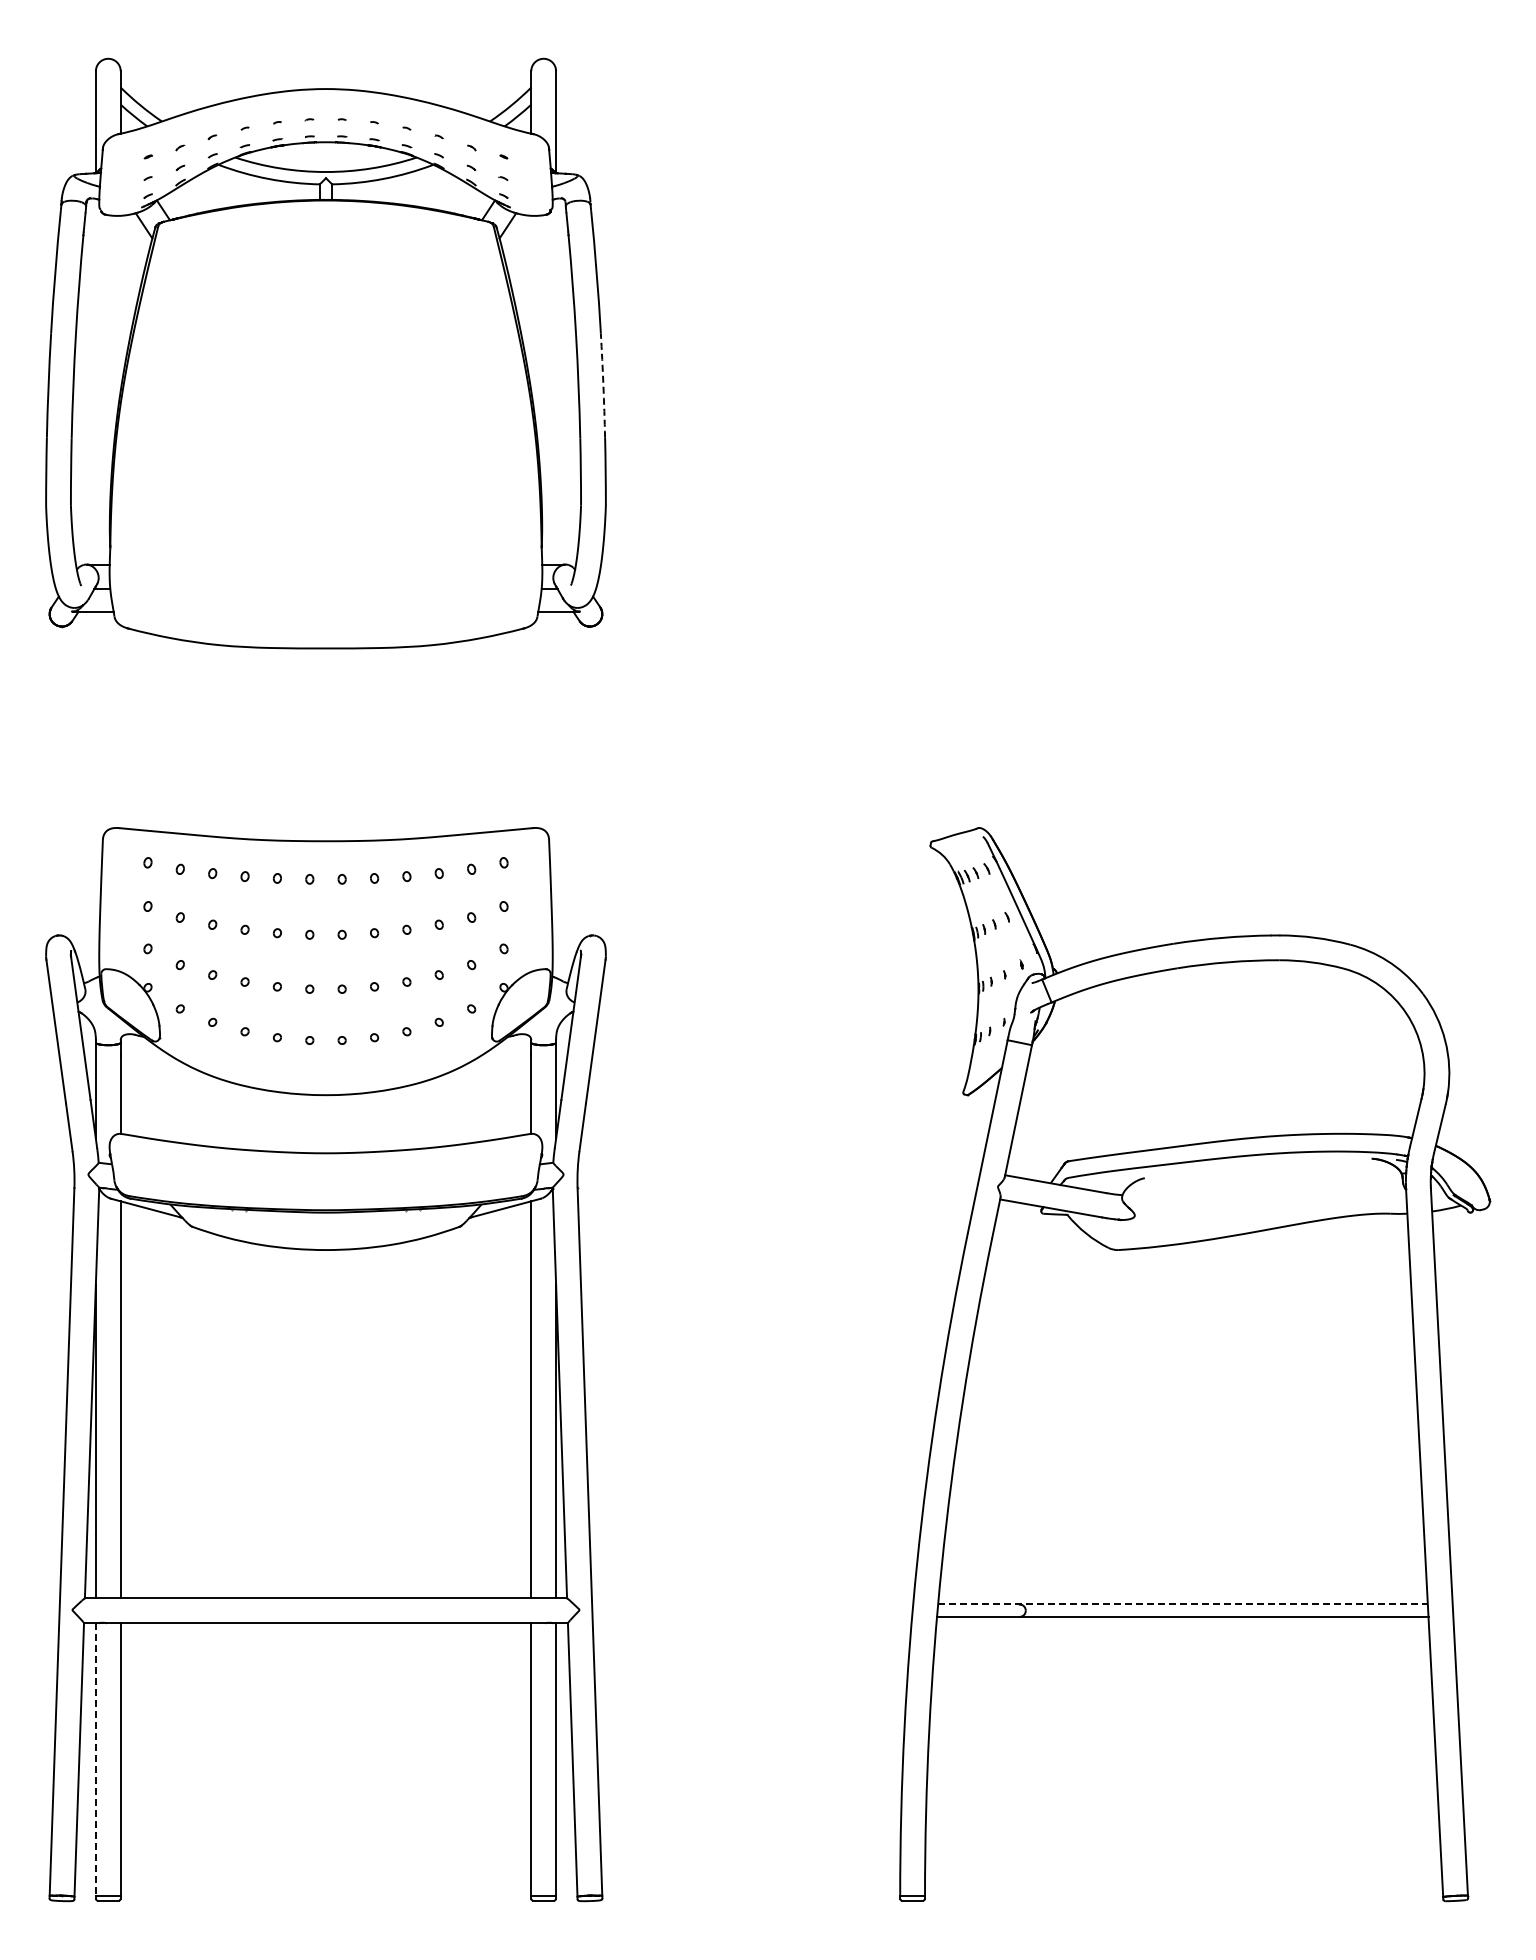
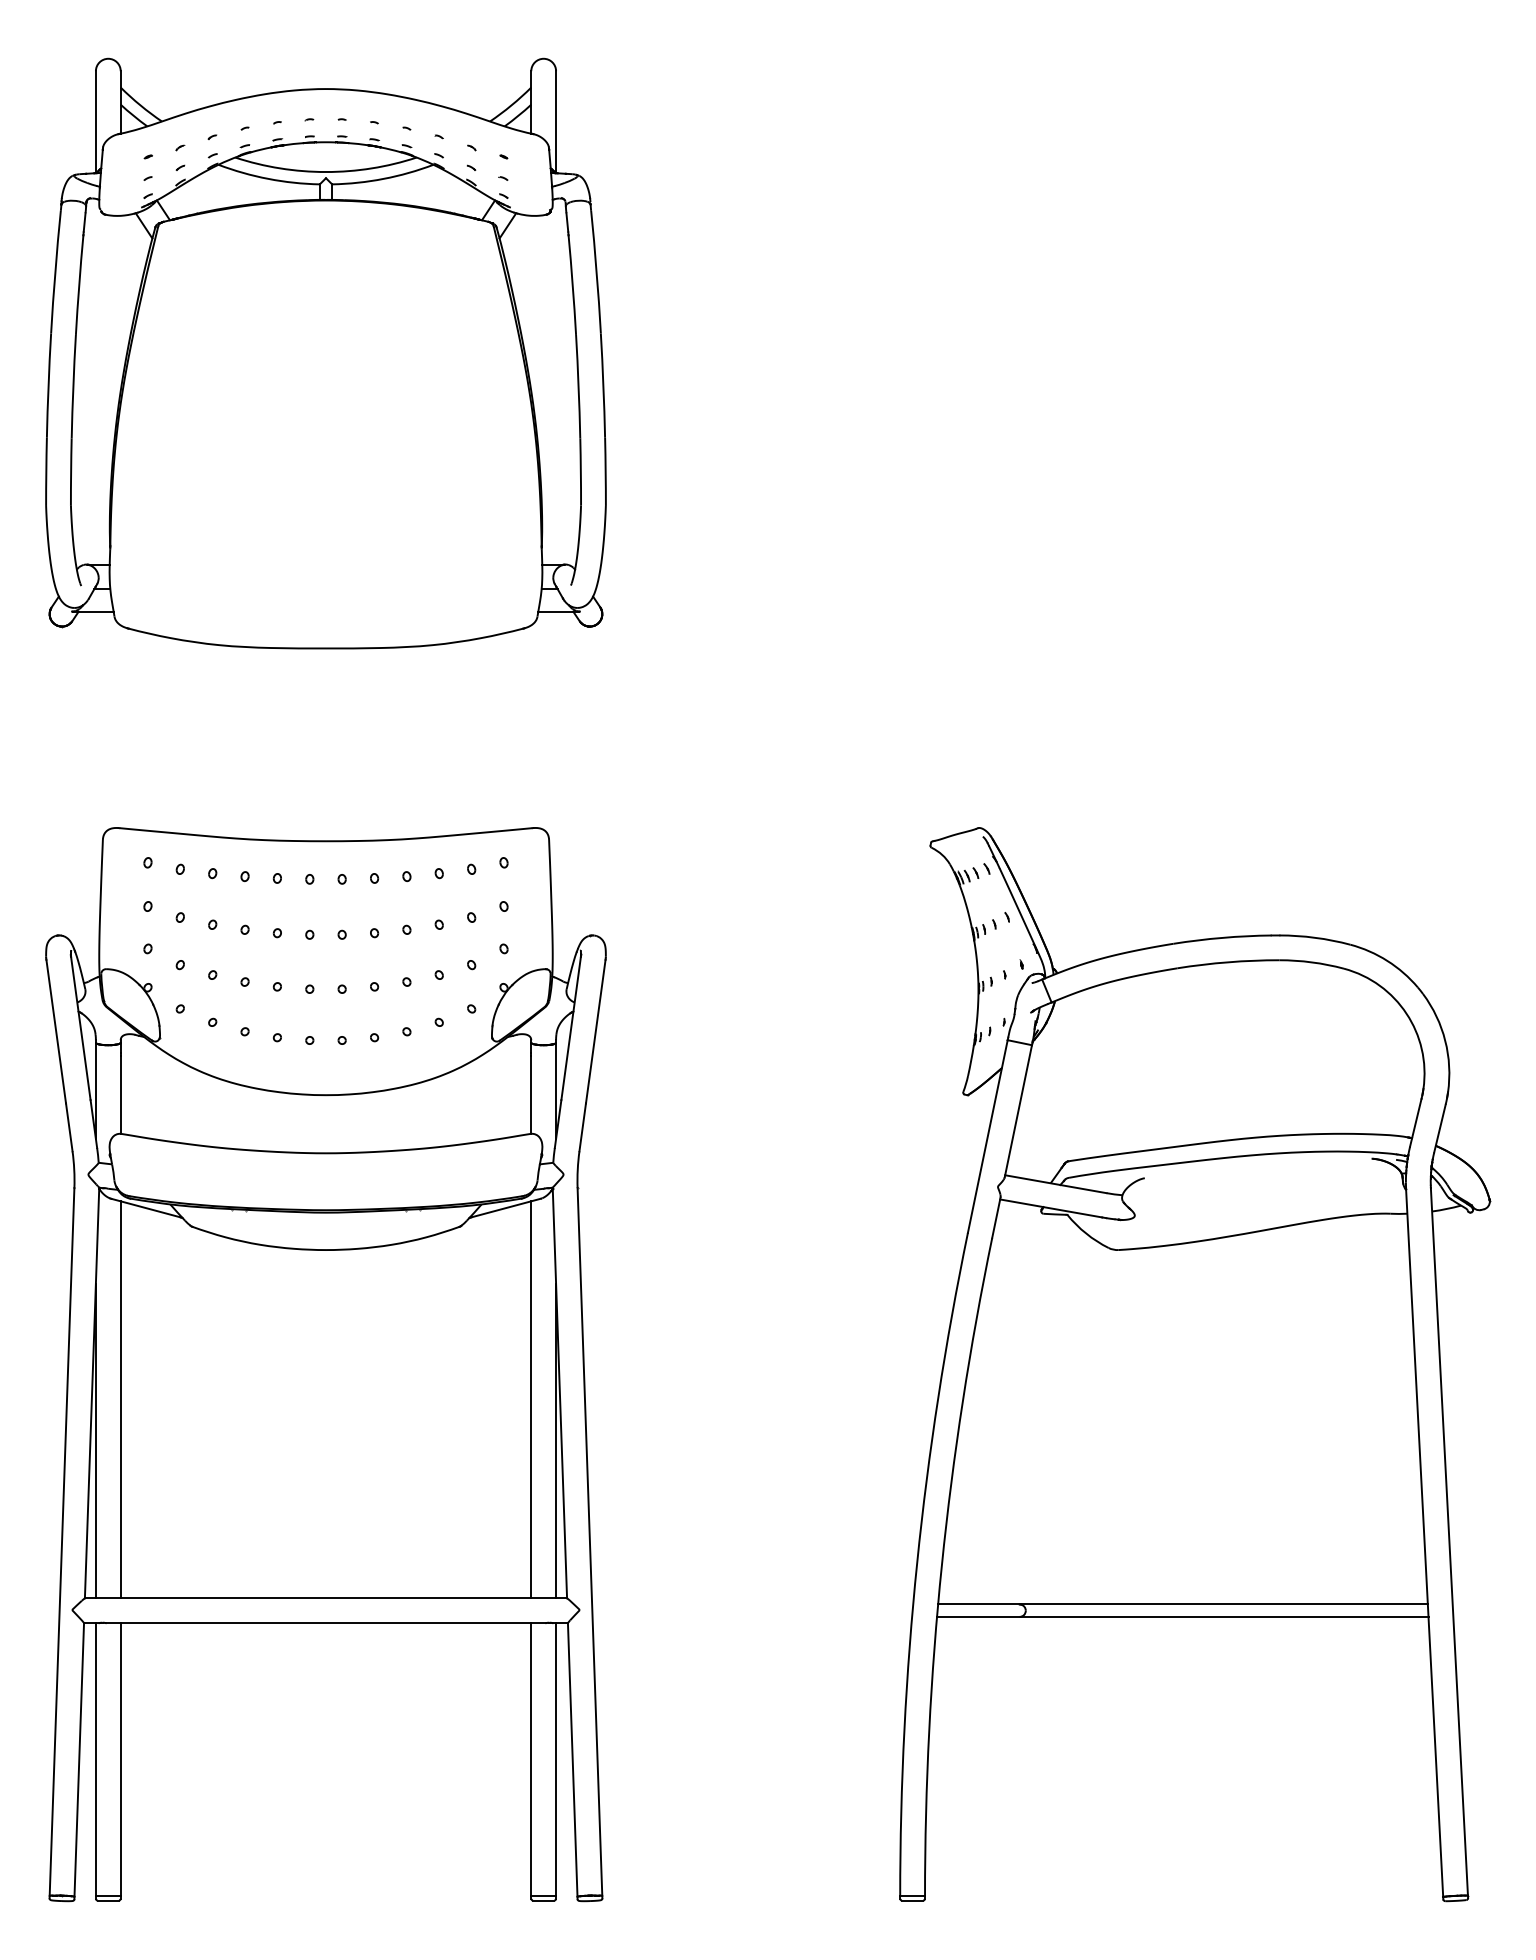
arc at (603, 385): dashed -> solid
line at (1183, 1604): dashed -> solid
line at (95, 1759): dashed -> solid
